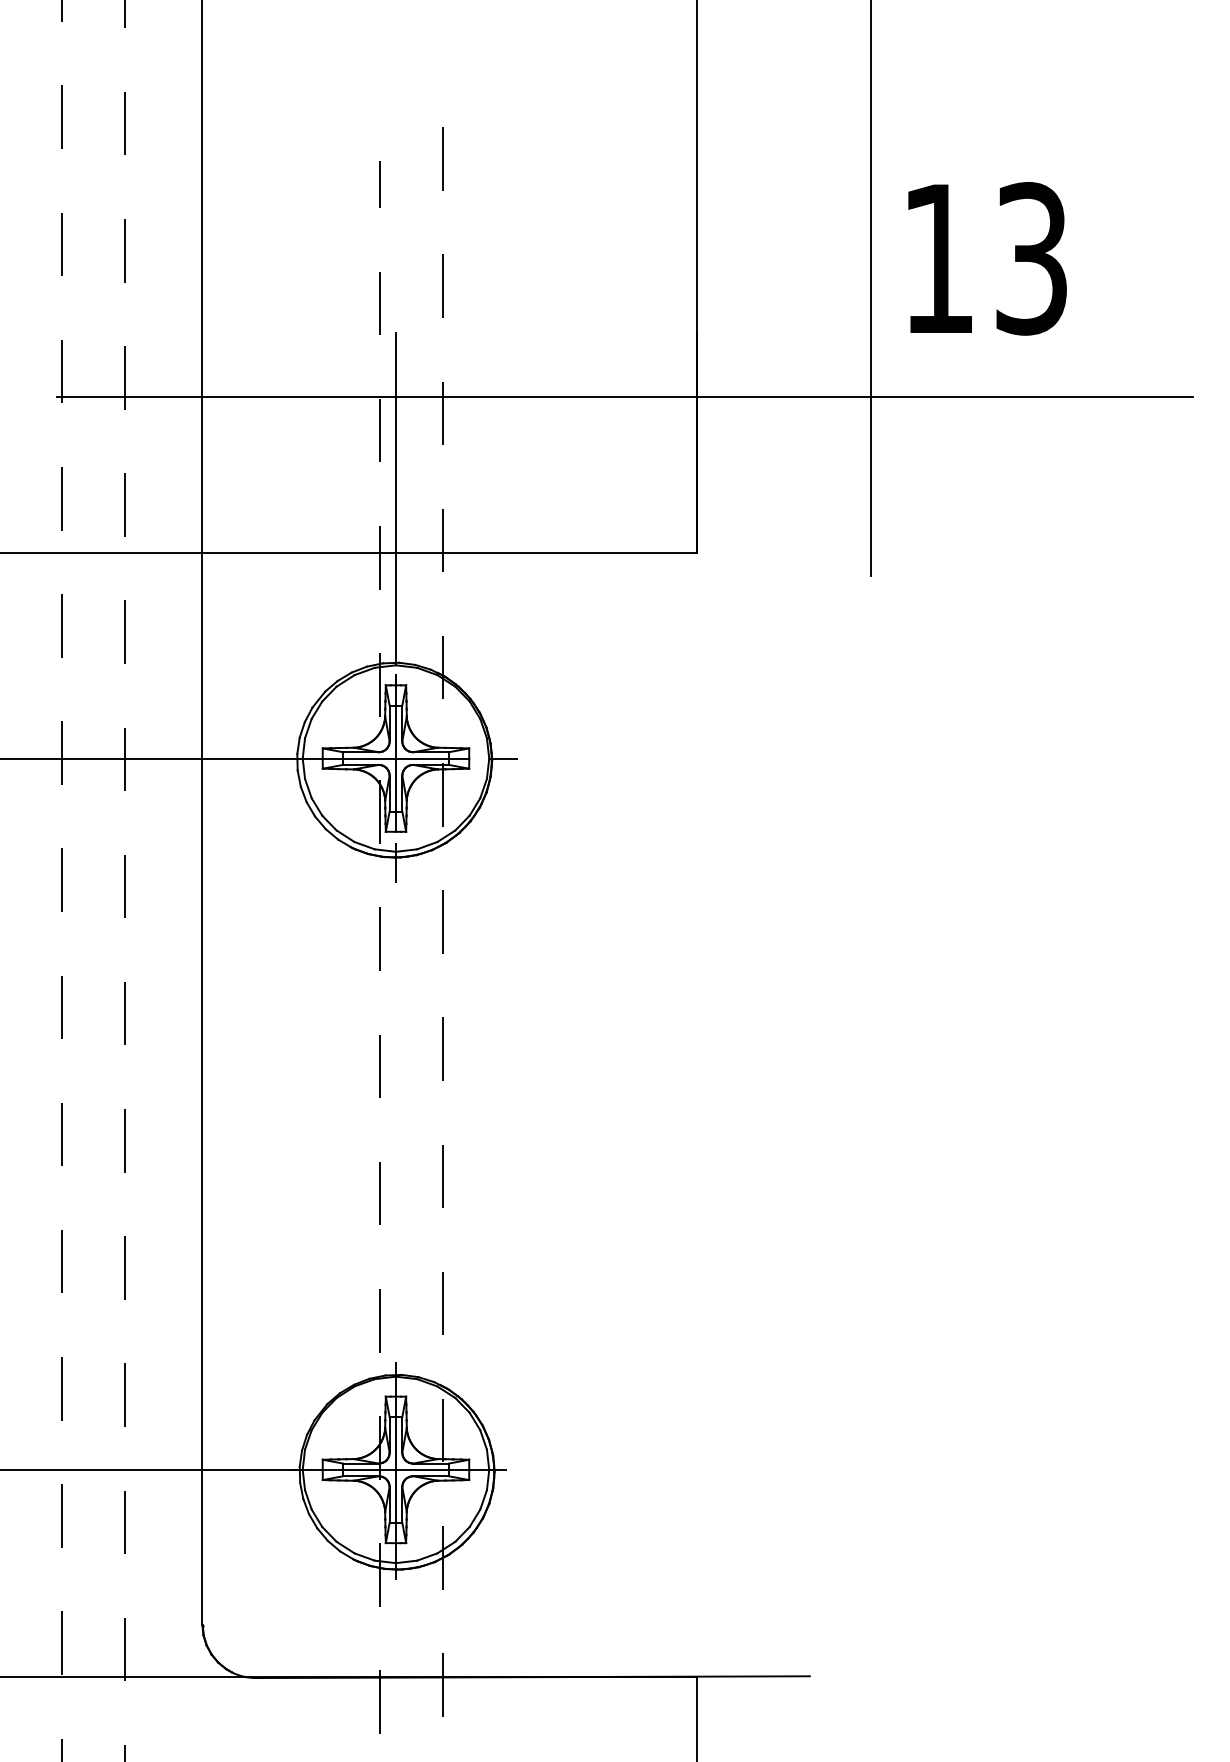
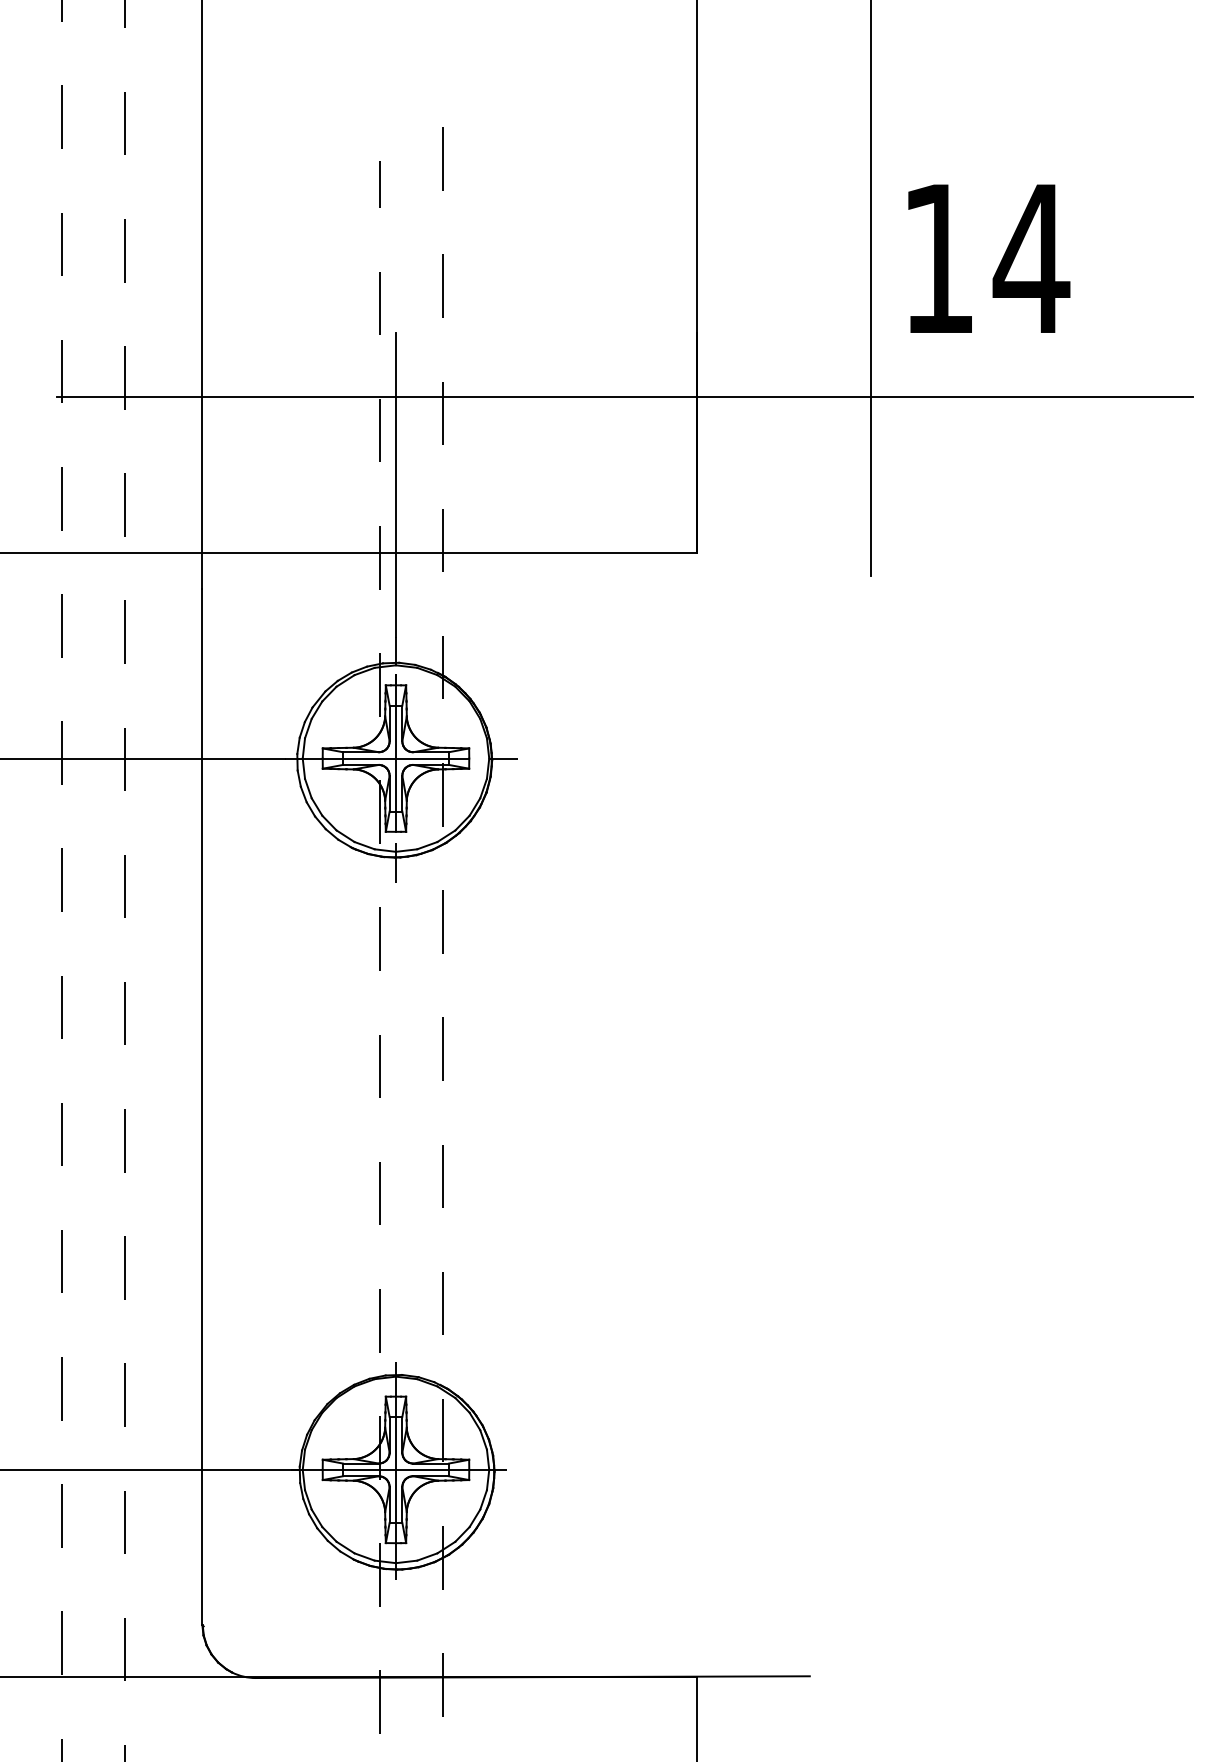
text at (1031, 258): 13 -> 14
